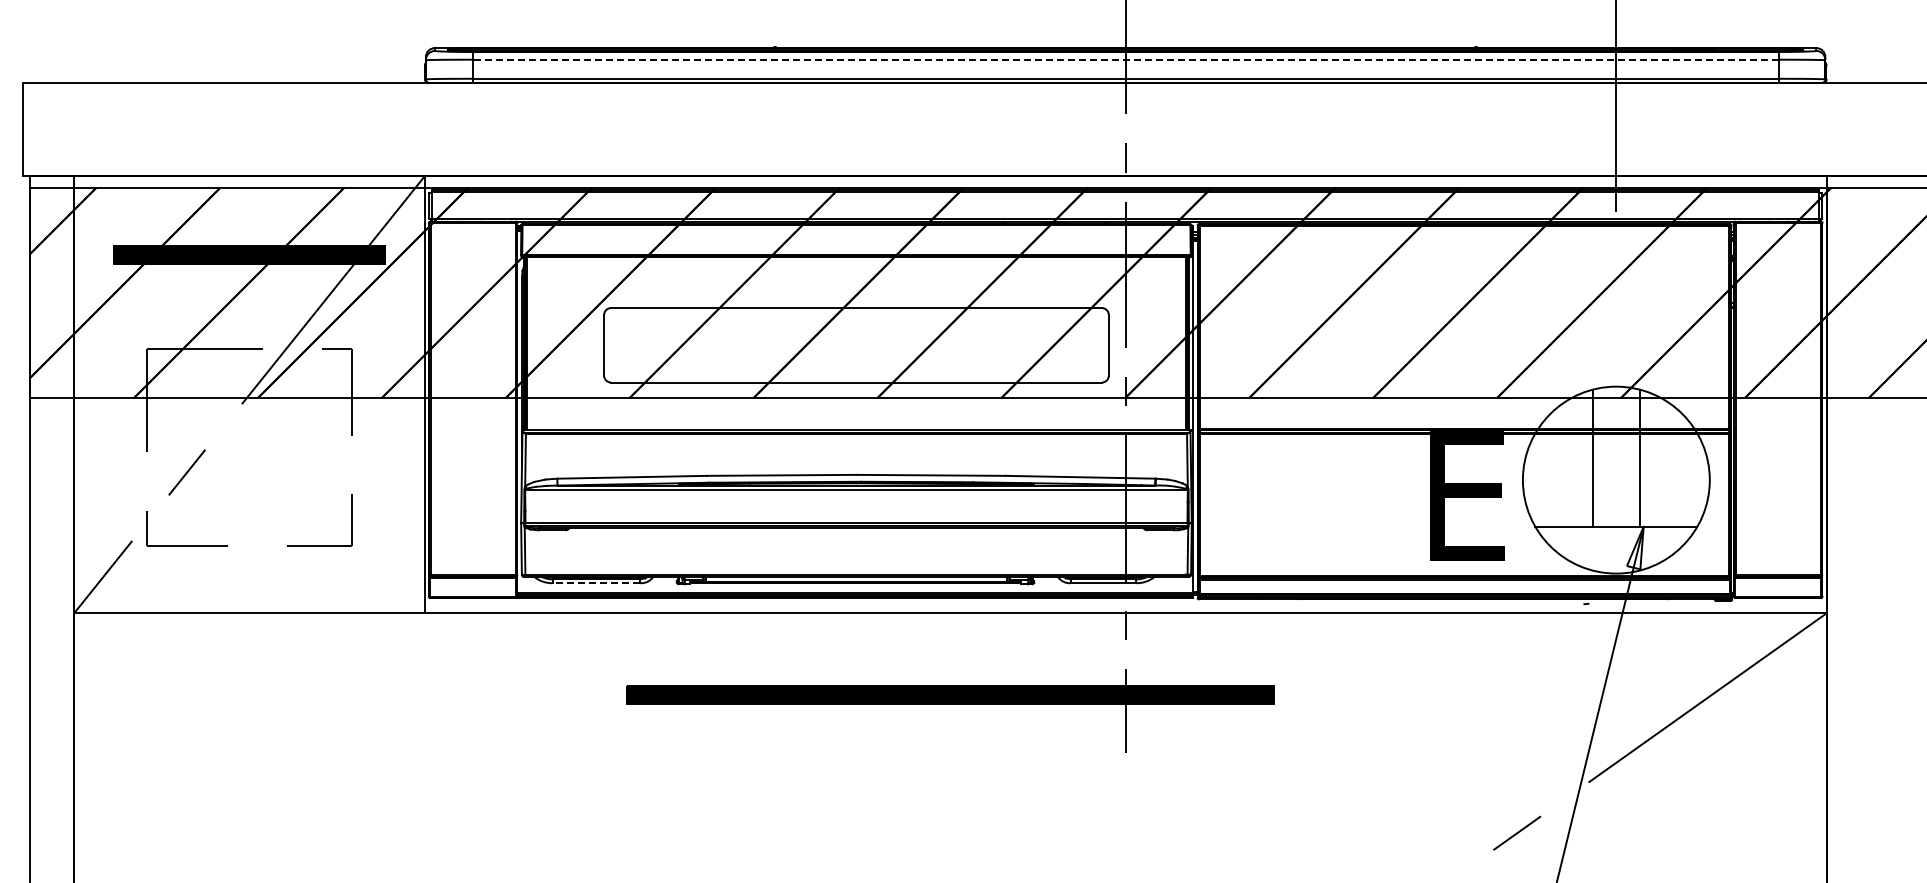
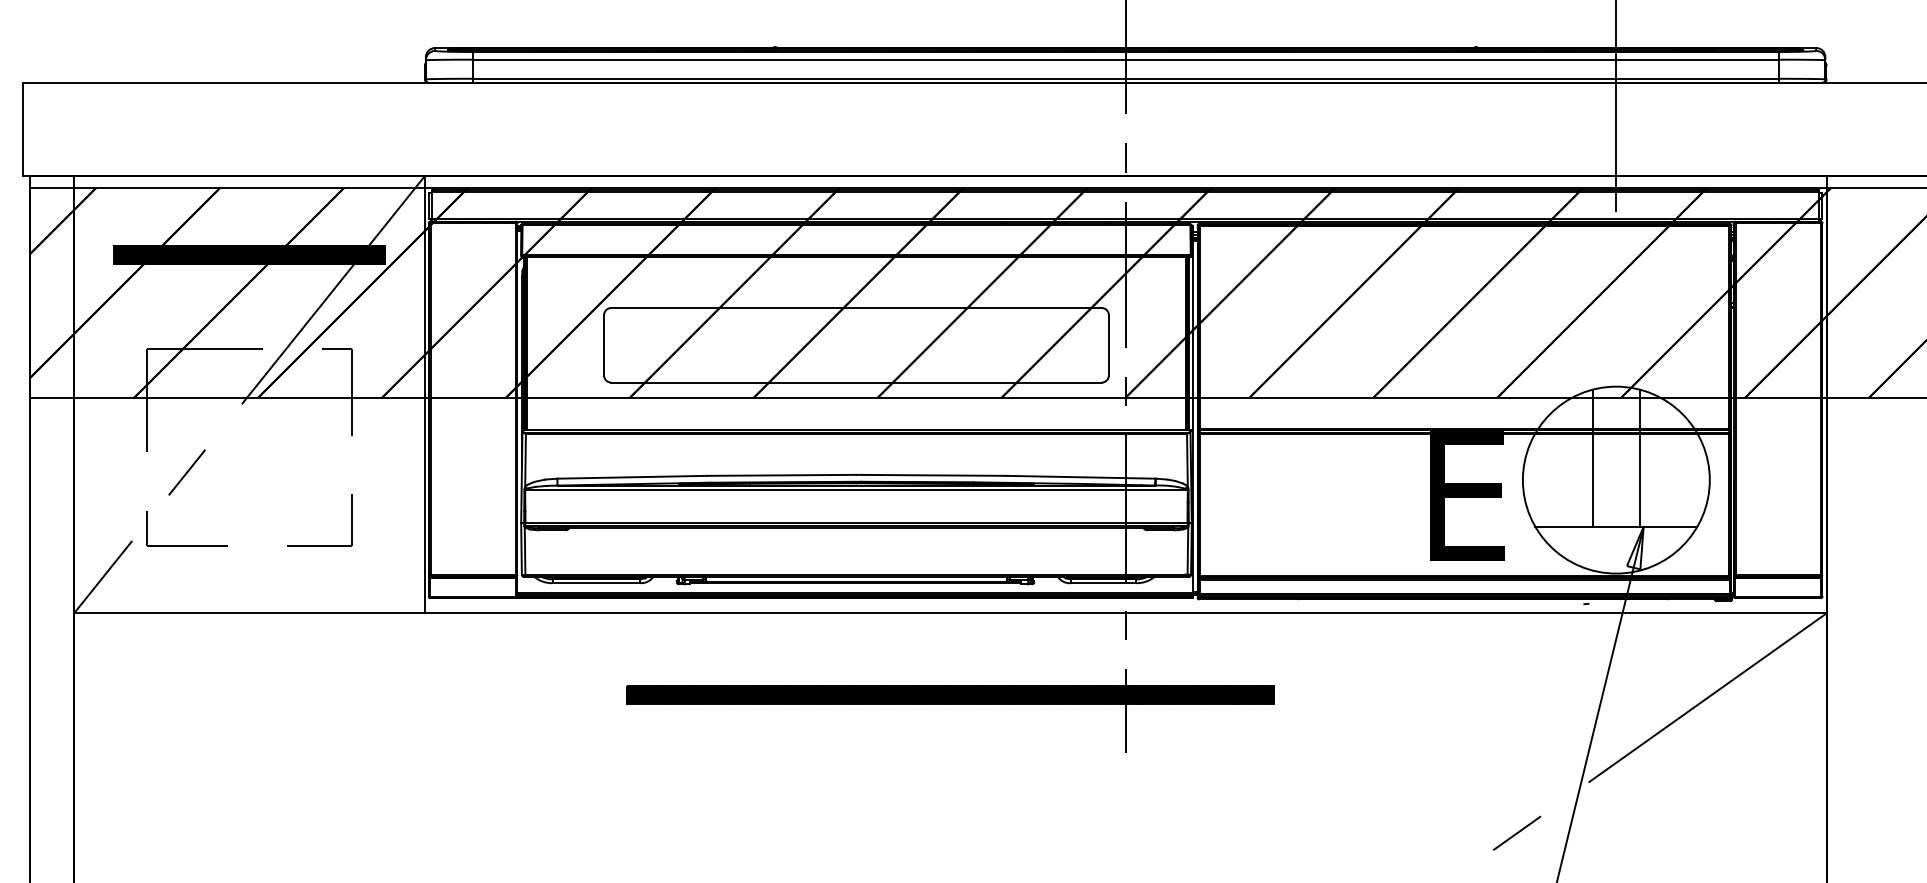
line at (1125, 59): dashed -> solid
line at (596, 583): dashed -> solid
